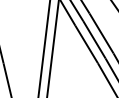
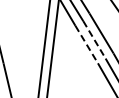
line at (94, 39): solid -> dashed
line at (86, 44): solid -> dashed
